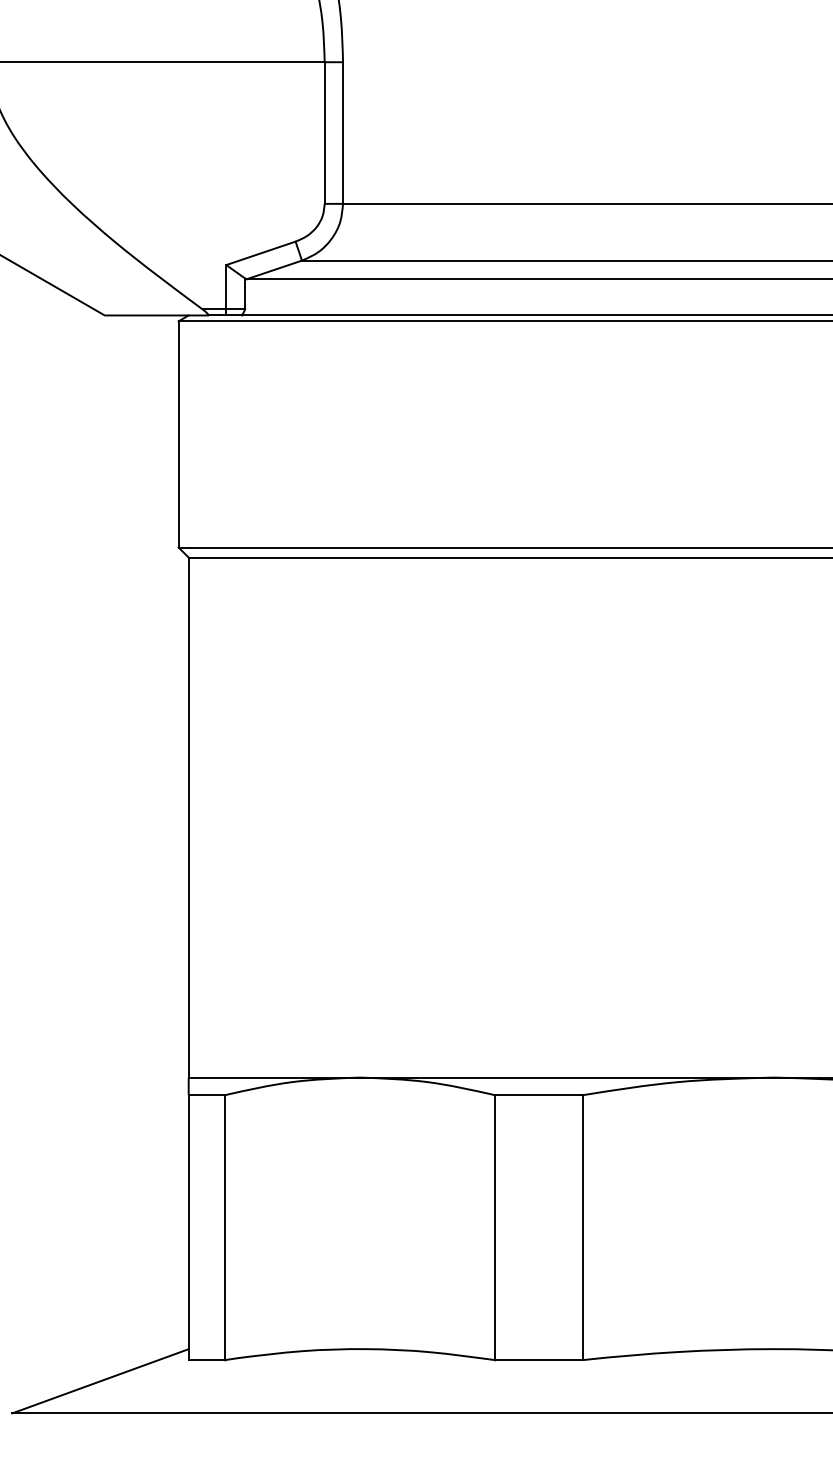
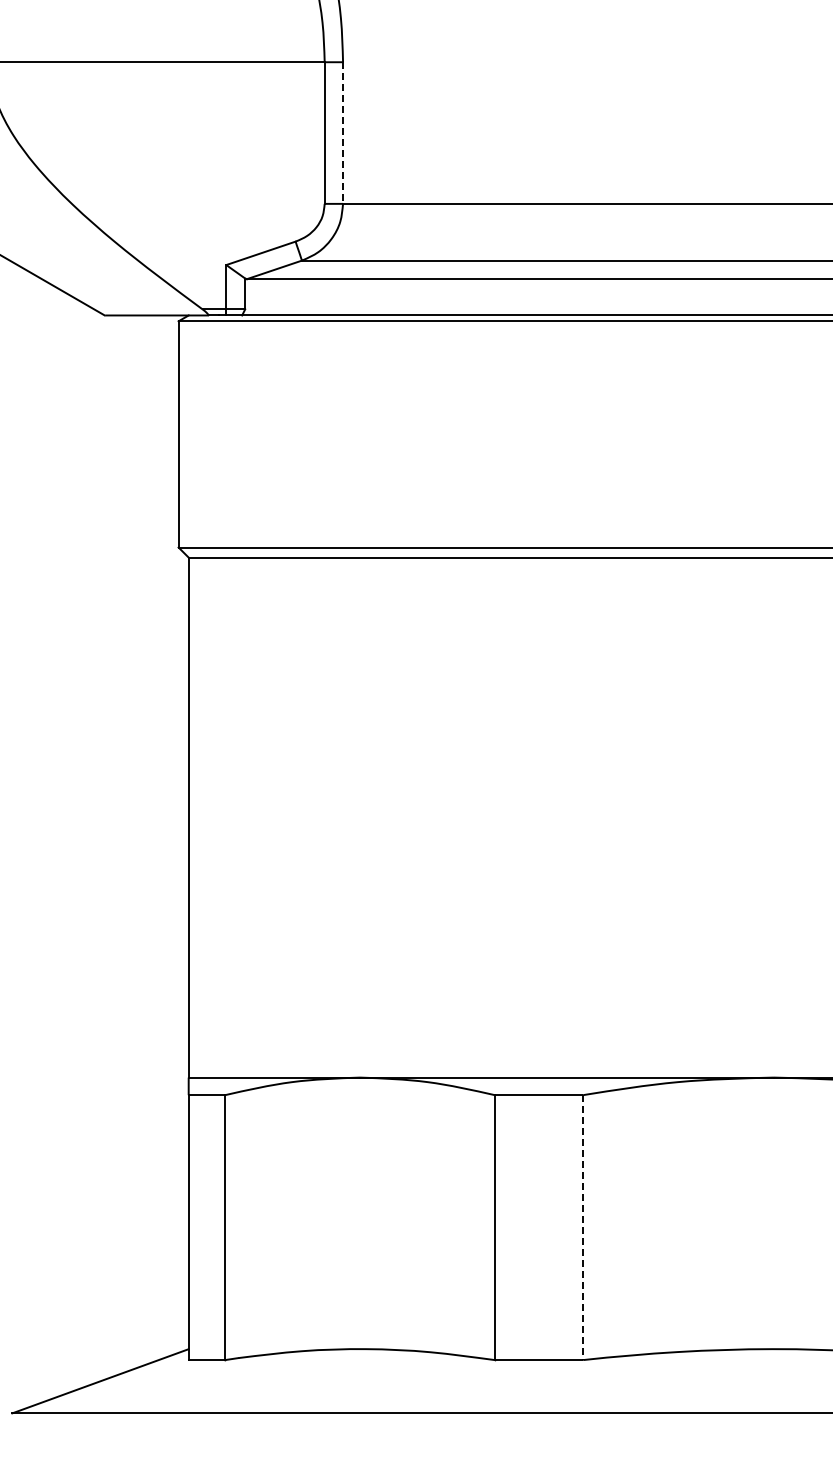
line at (343, 133): solid -> dashed
line at (583, 1228): solid -> dashed
